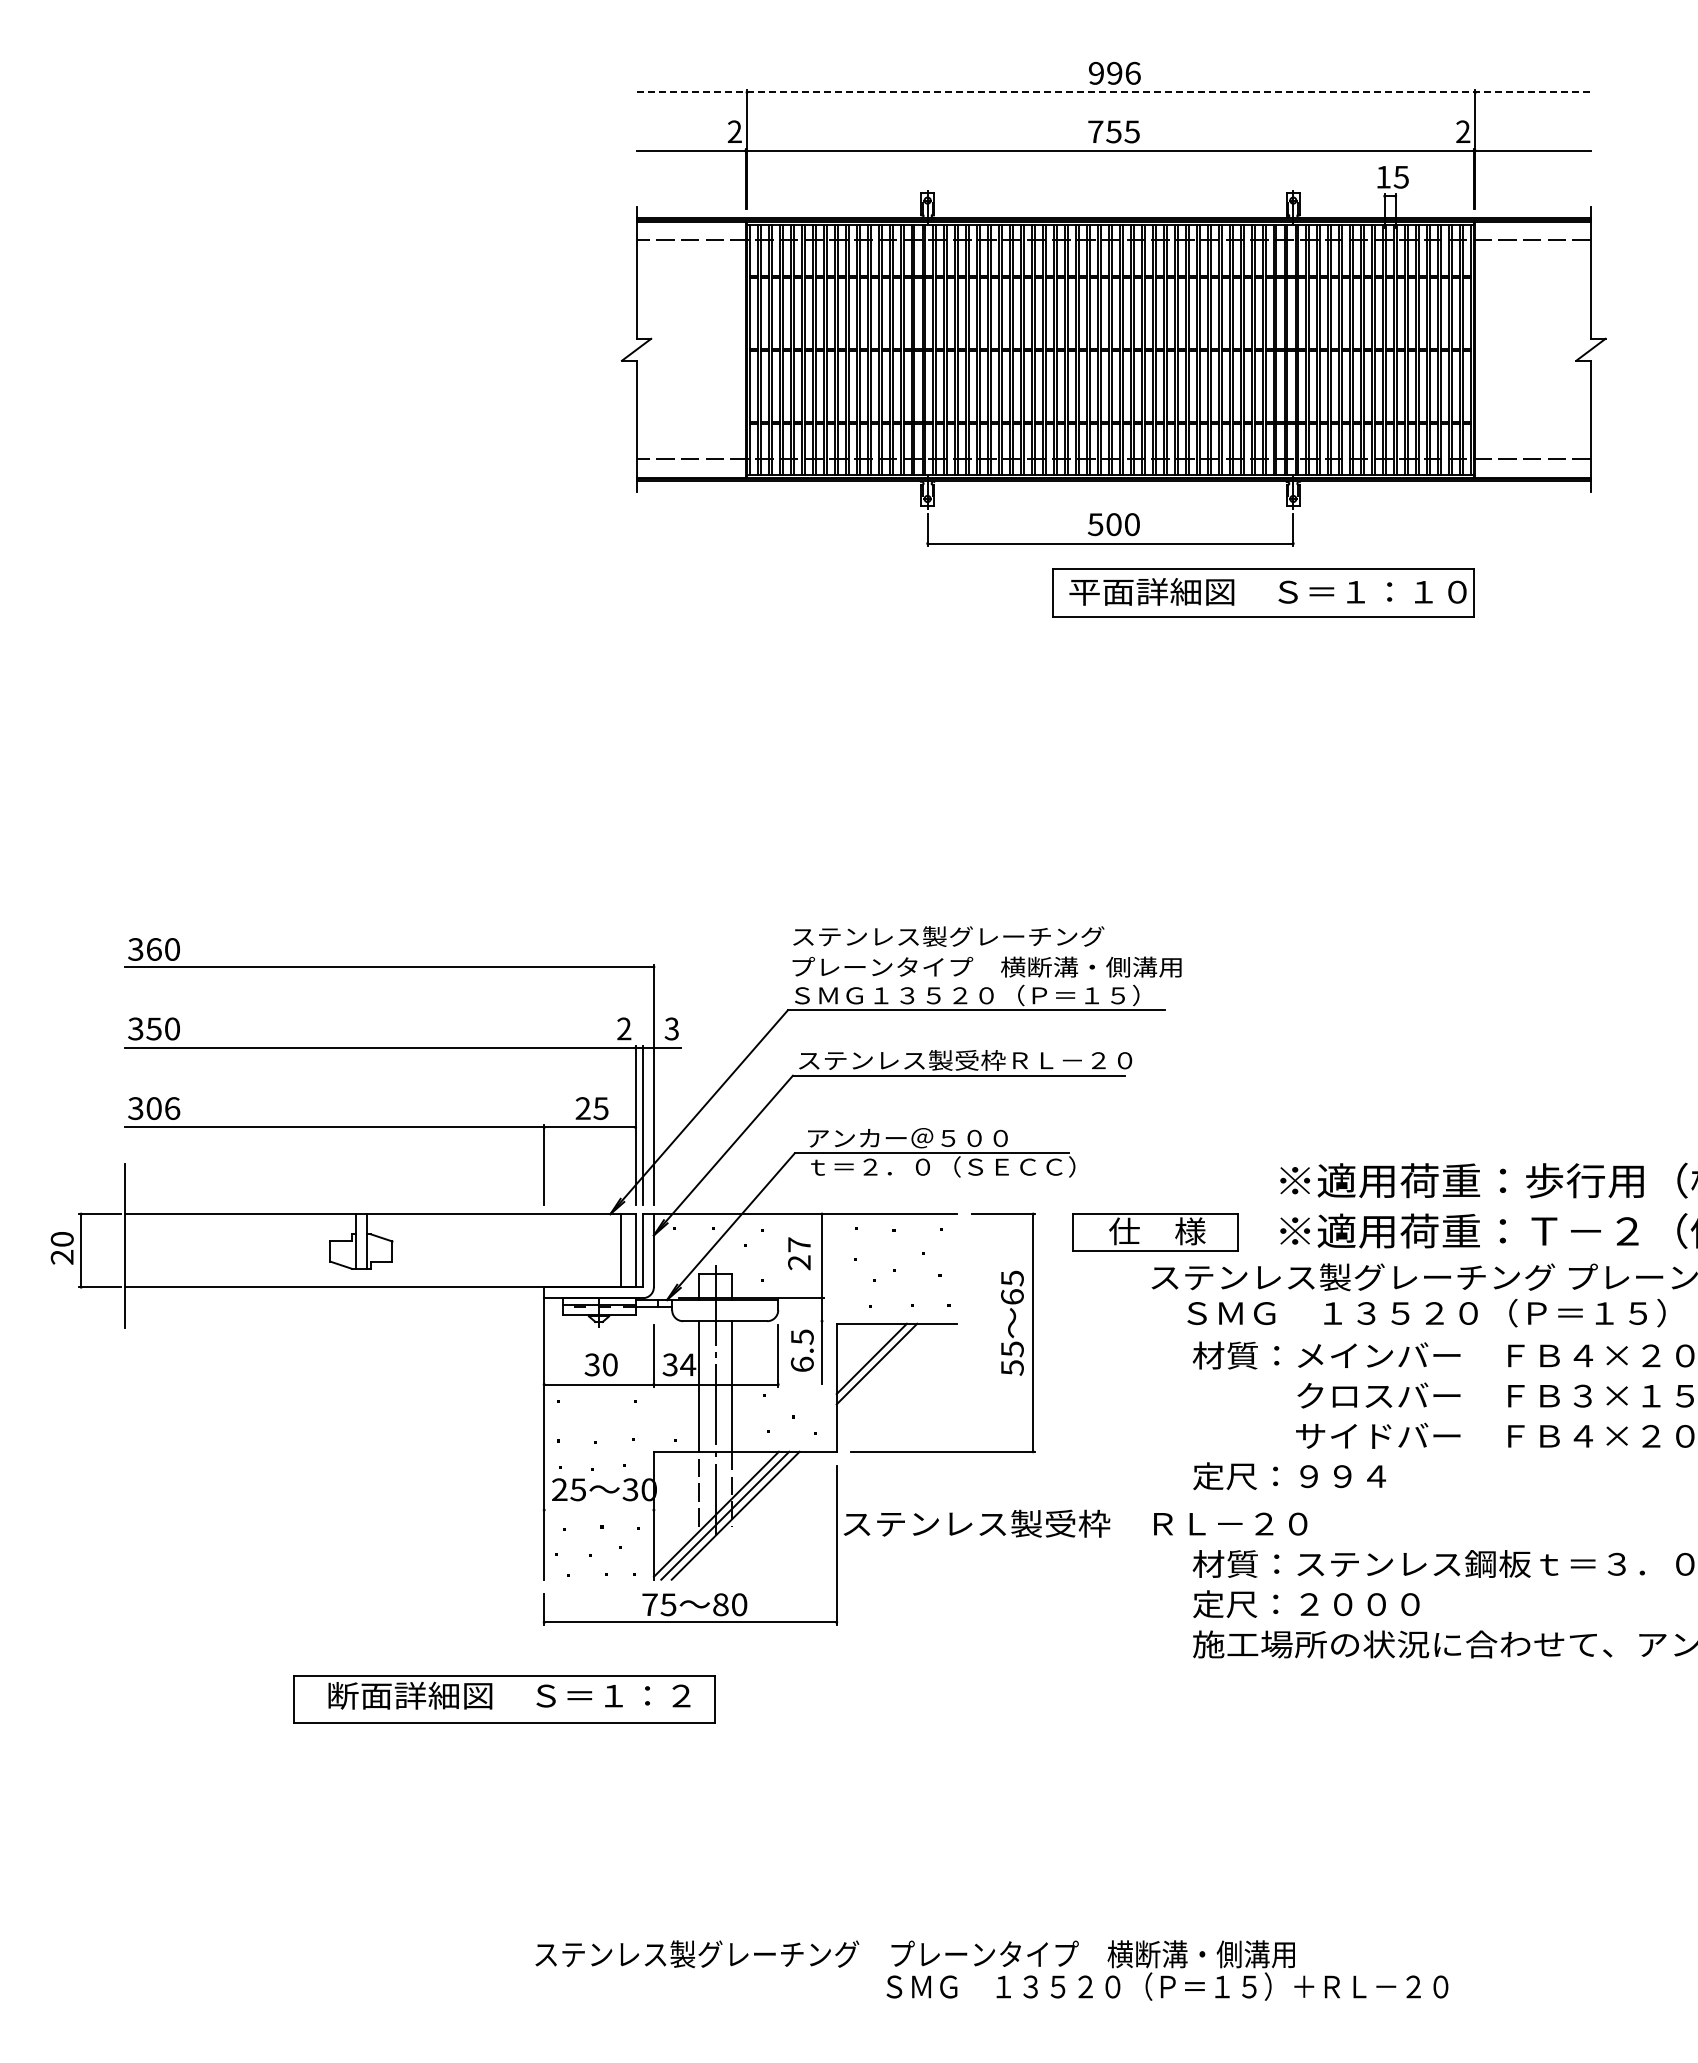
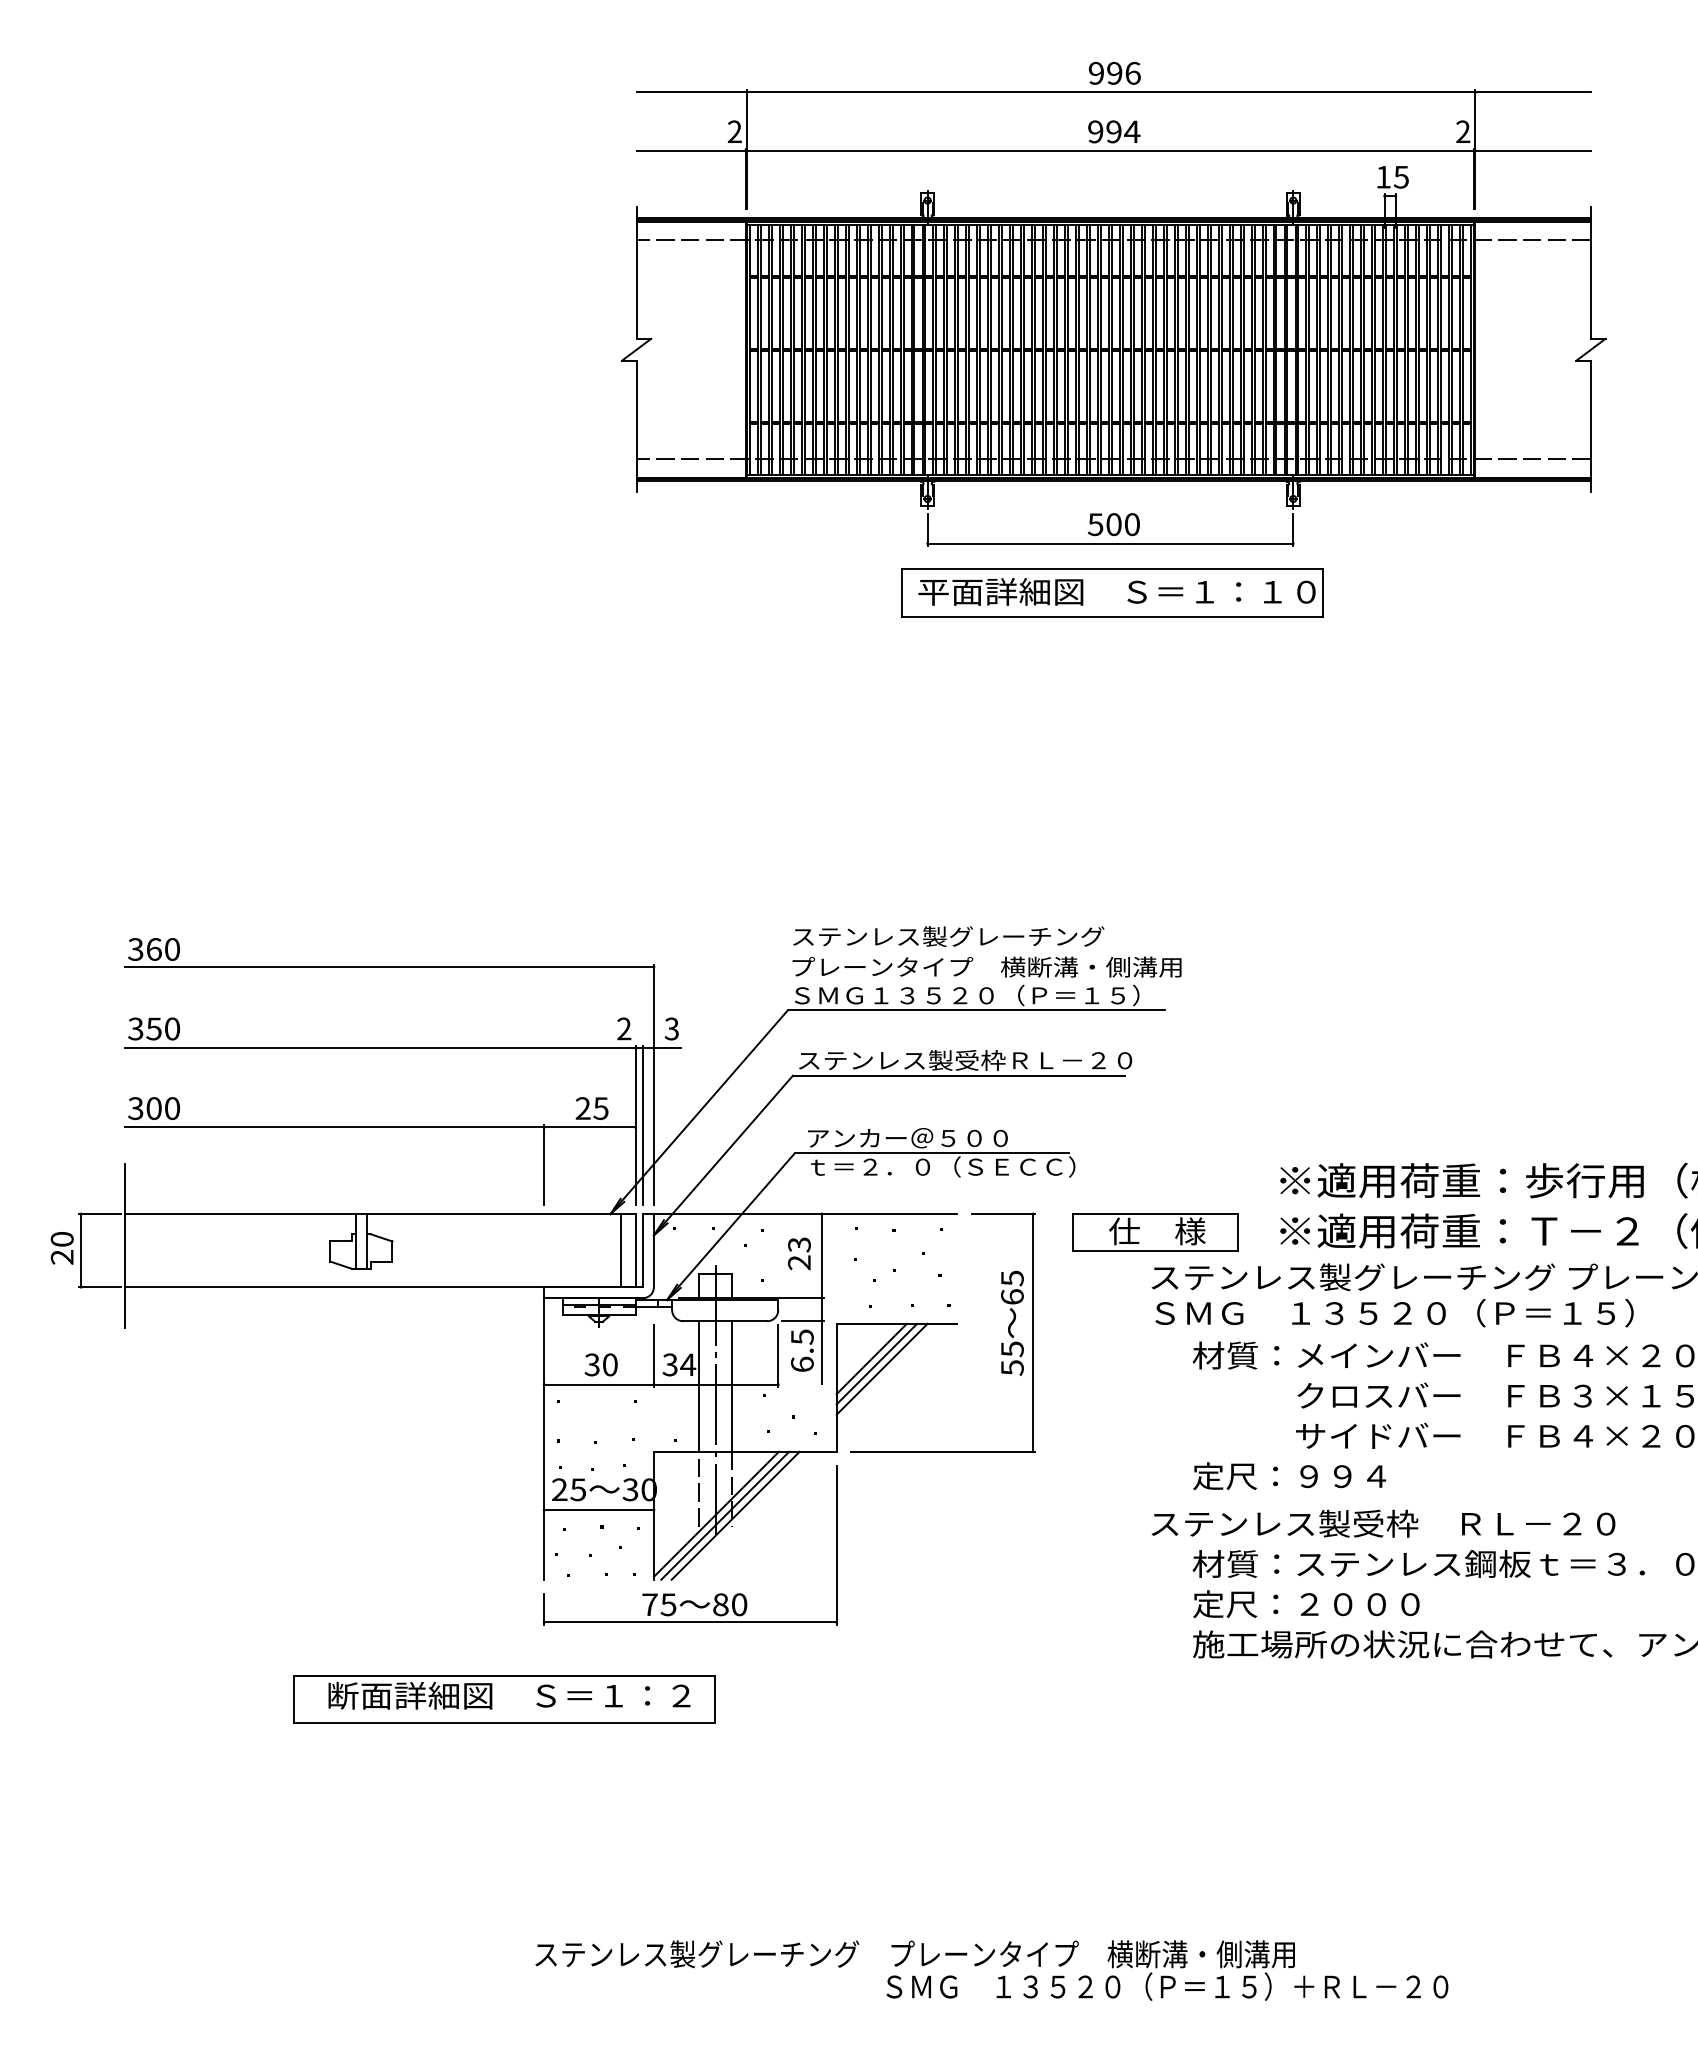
line at (1114, 92): dashed -> solid
text at (1114, 131): 755 -> 994
part at (1263, 592) position: (1263, 592) -> (1112, 592)
text at (172, 1108): 306 -> 300
text at (799, 1244): 27 -> 23
text at (1426, 1313) position: (1426, 1313) -> (1394, 1313)
line at (802, 1321): none -> present
line at (881, 1368): none -> present
line at (598, 1510): none -> present
text at (1075, 1523) position: (1075, 1523) -> (1383, 1523)
